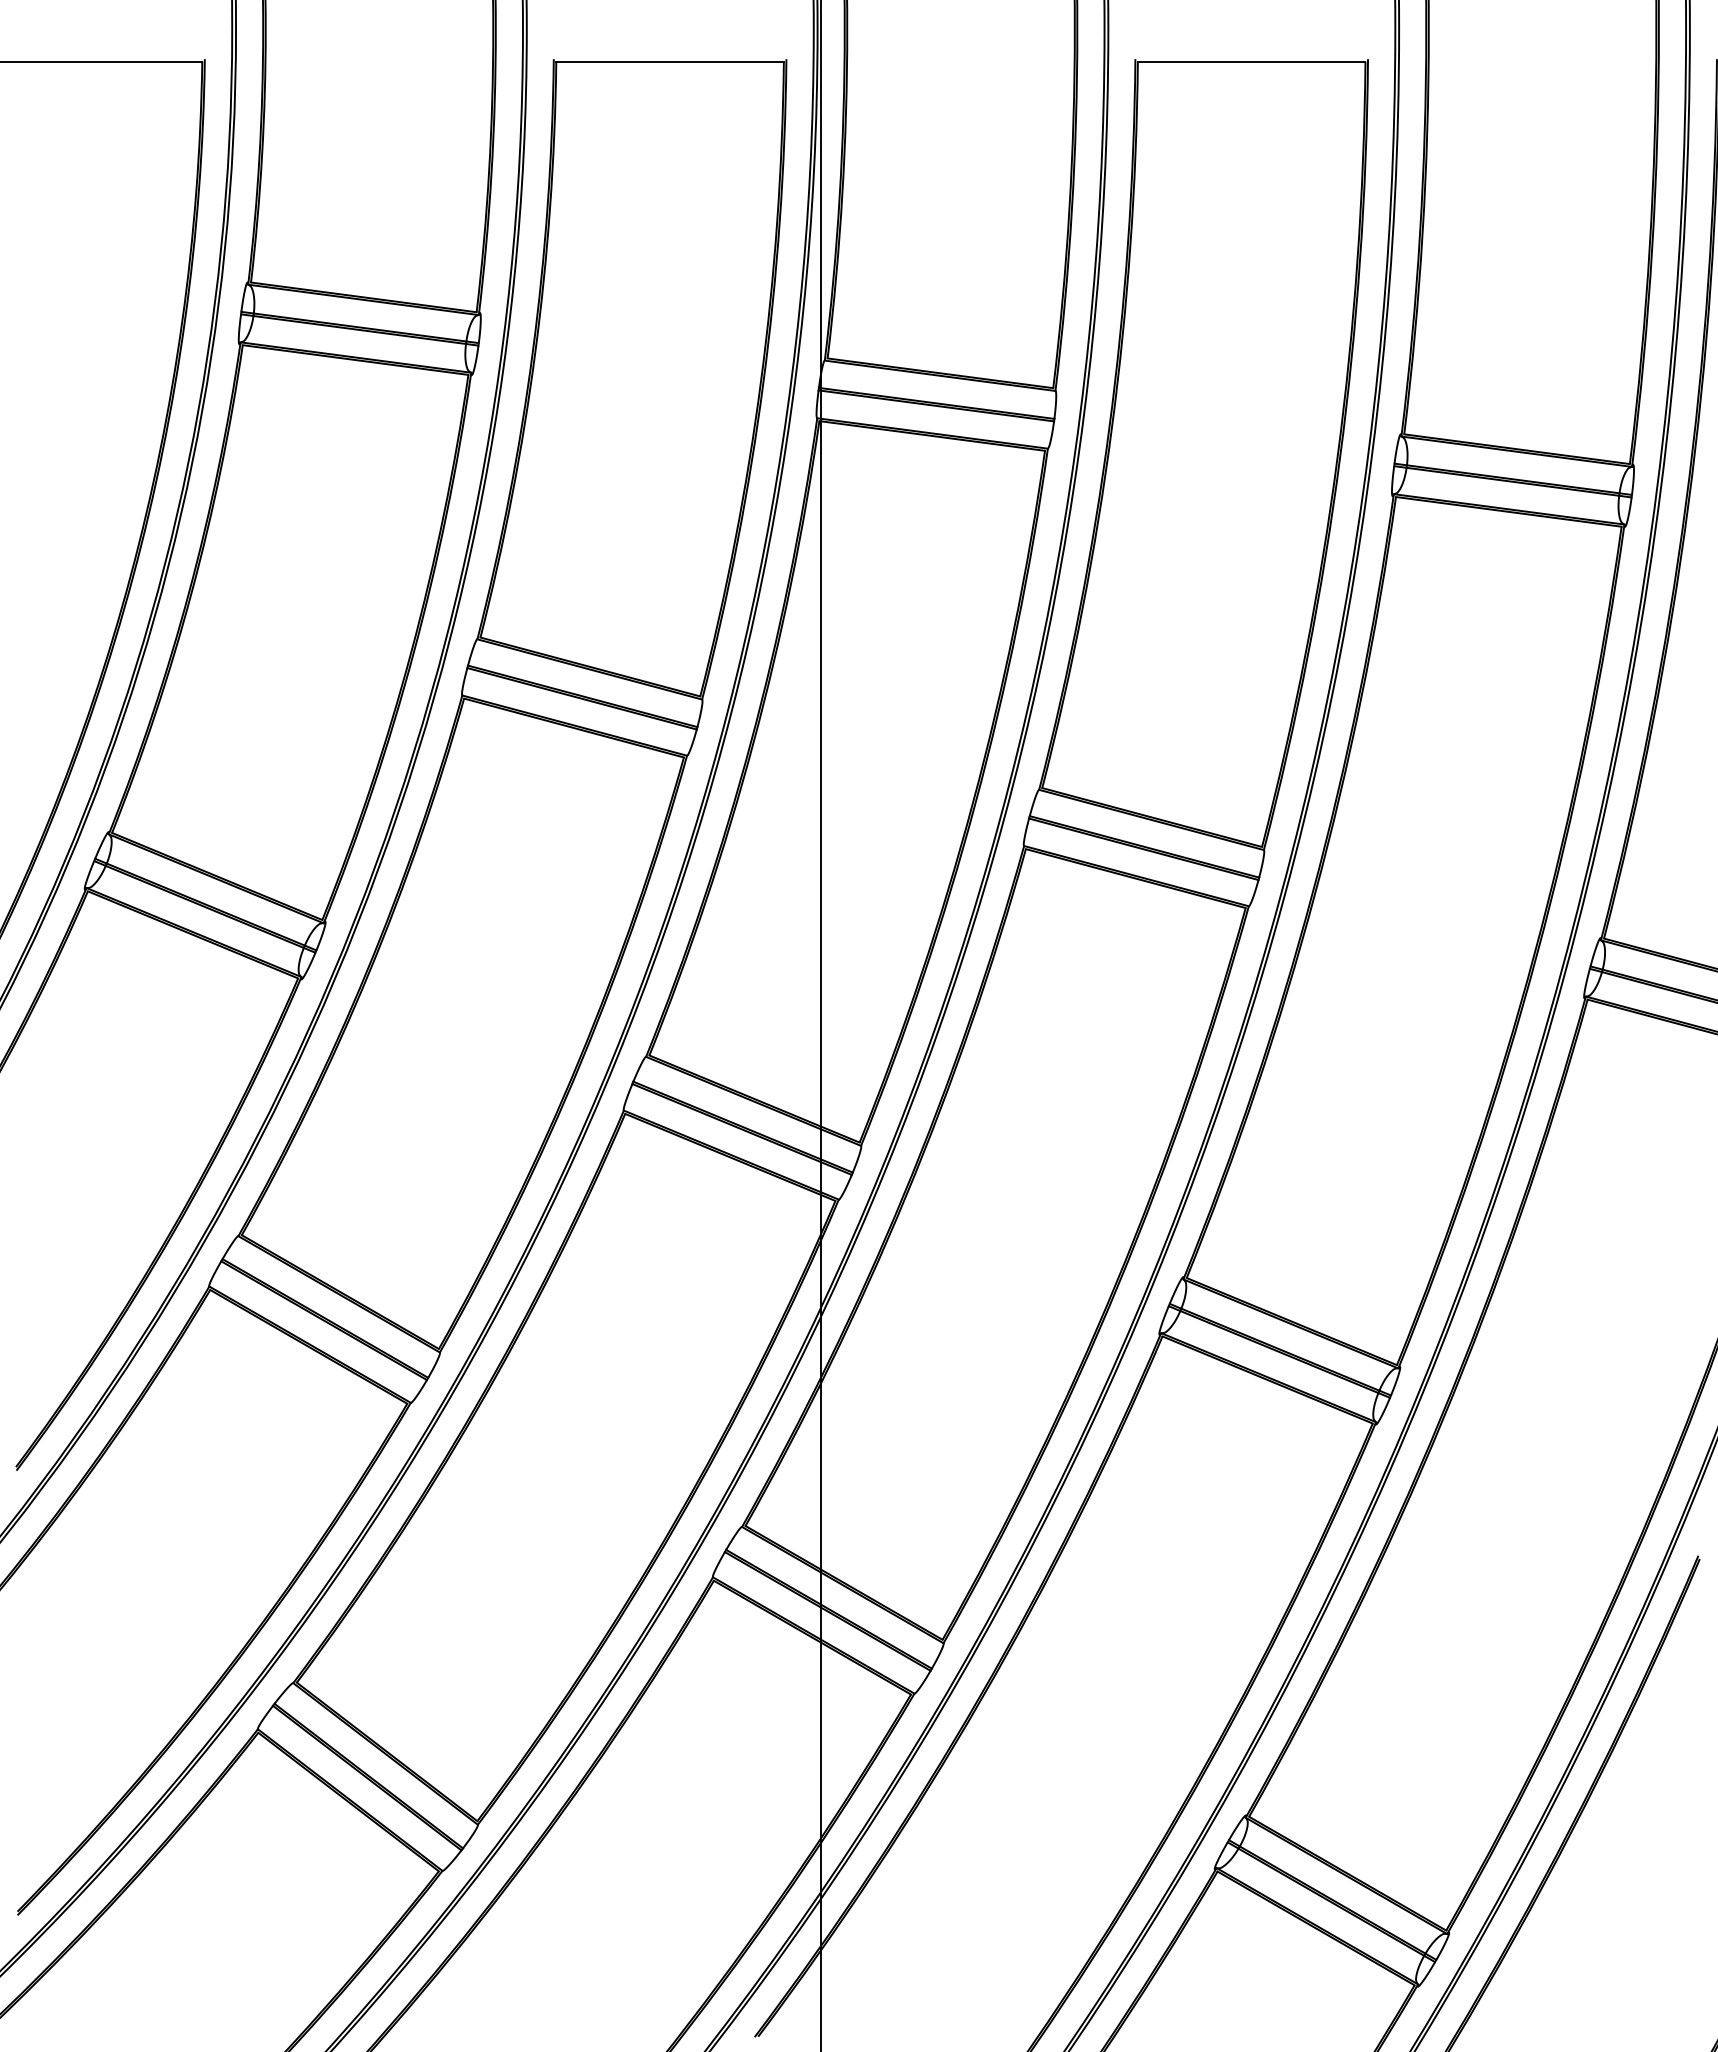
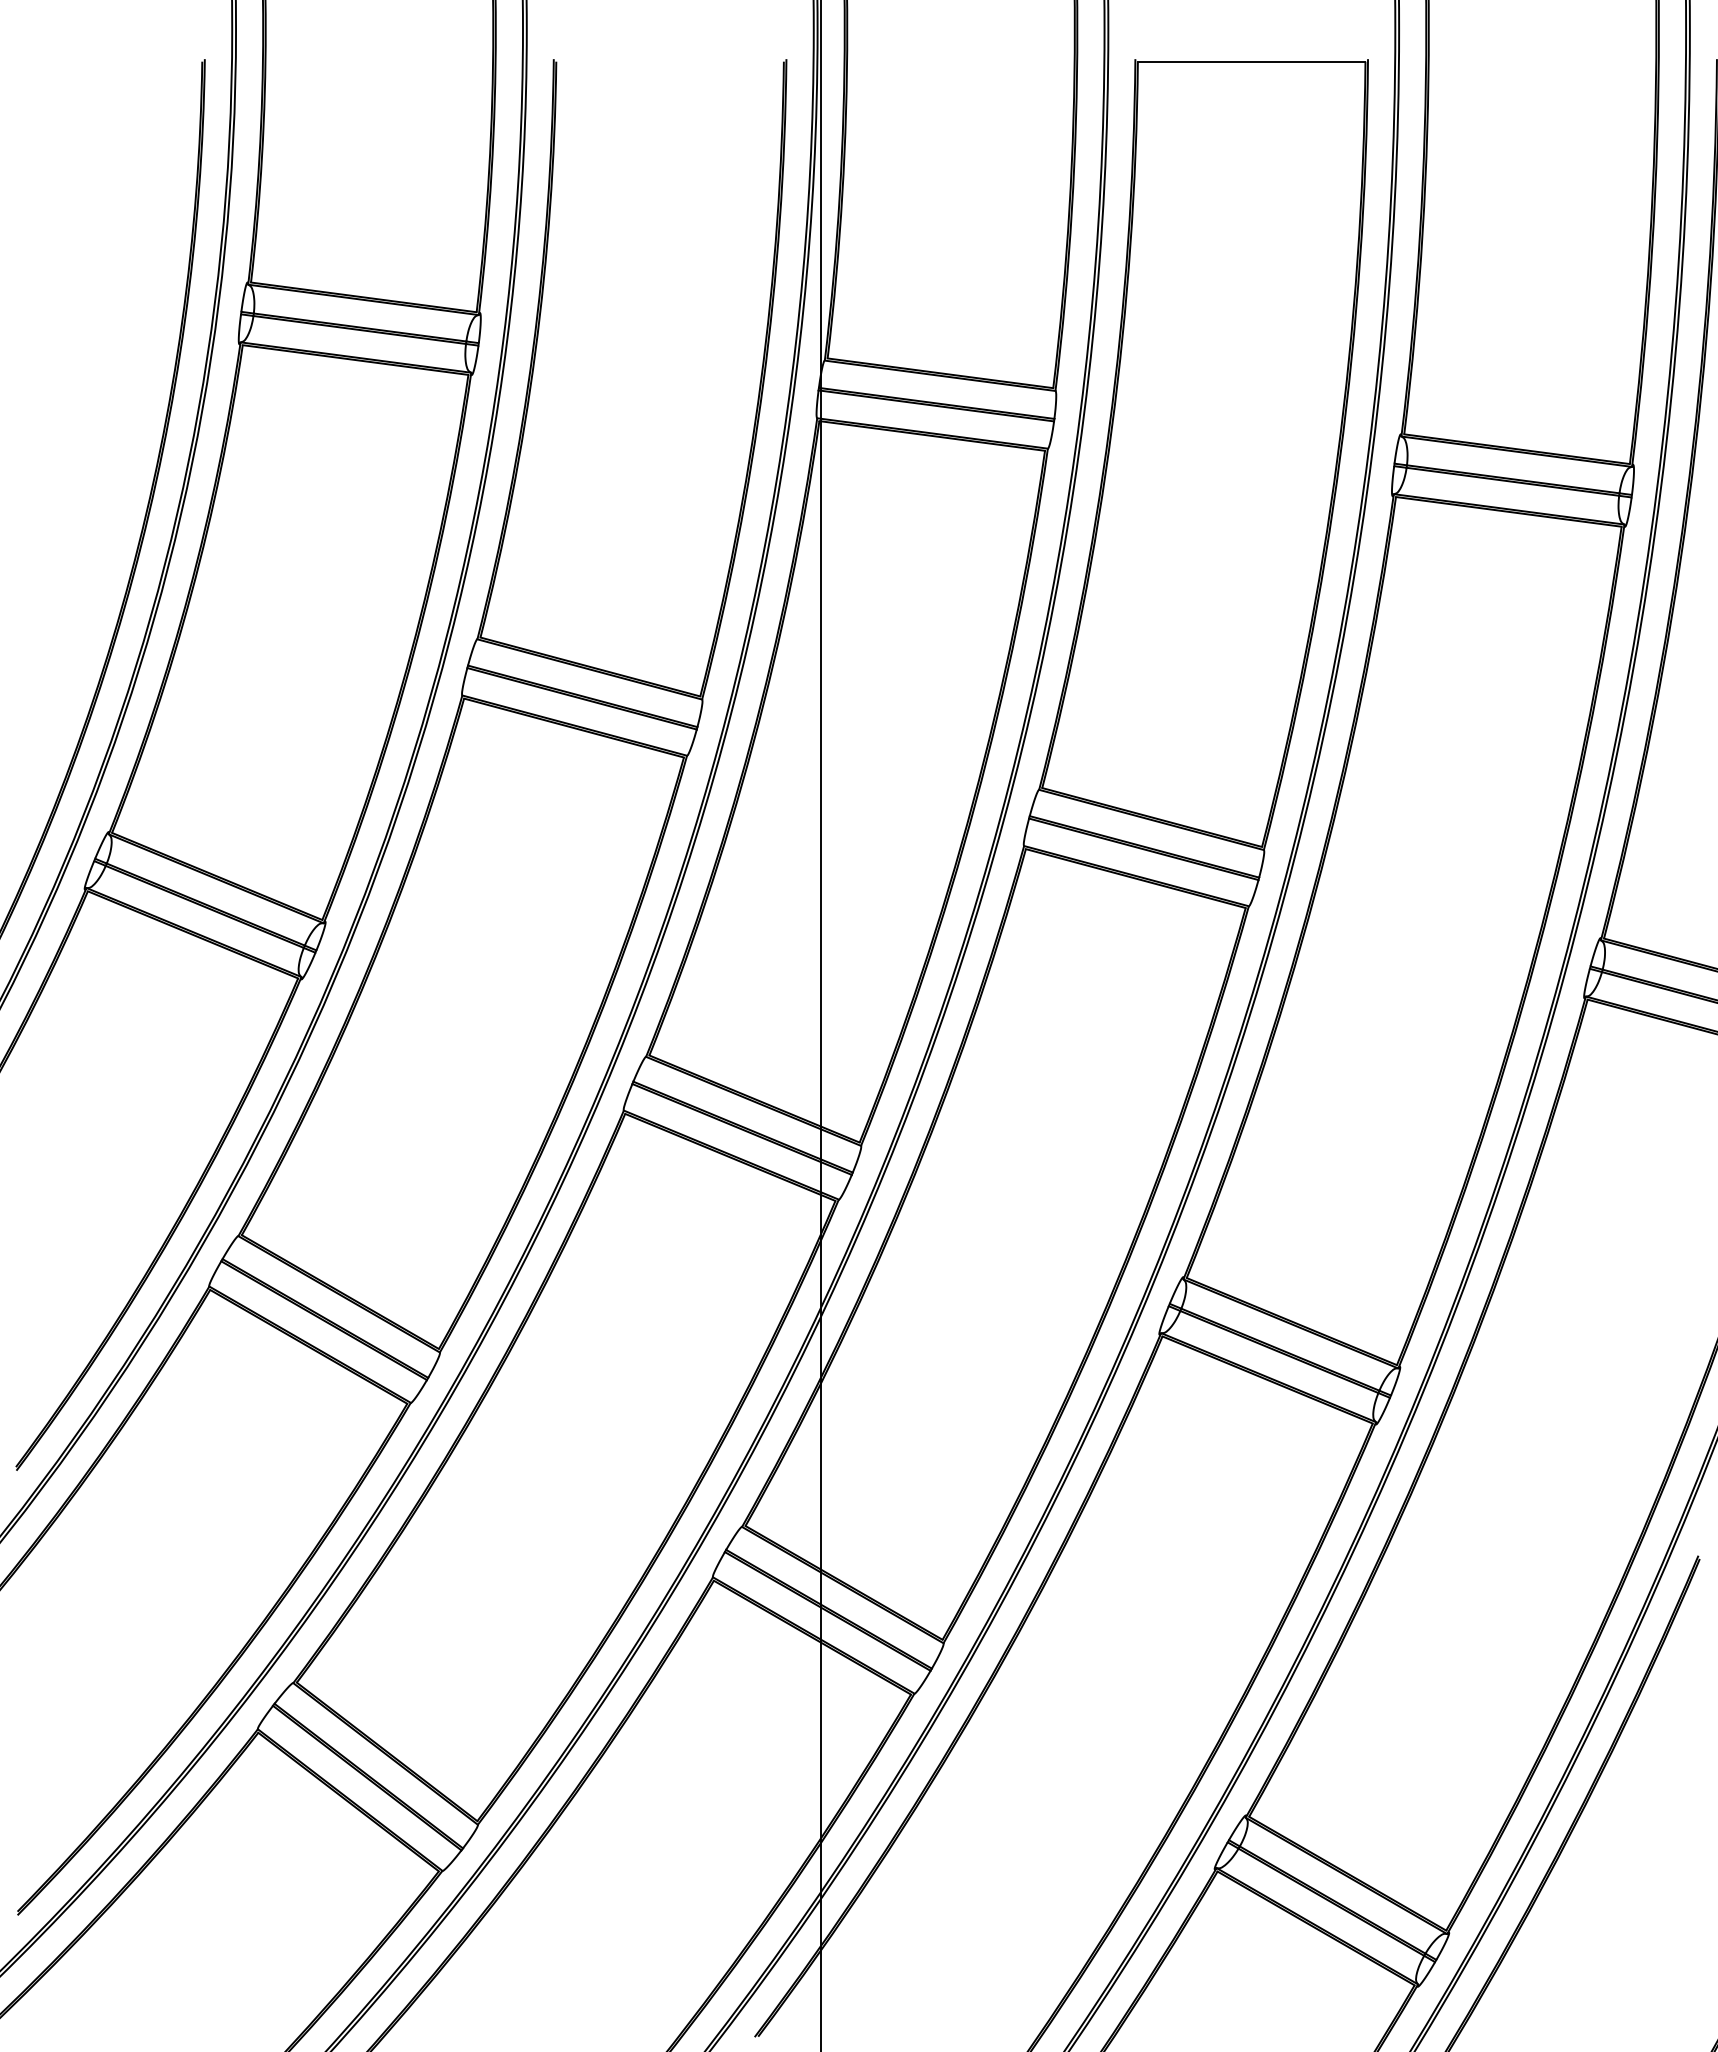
line at (102, 61): present -> none
line at (669, 61): present -> none
